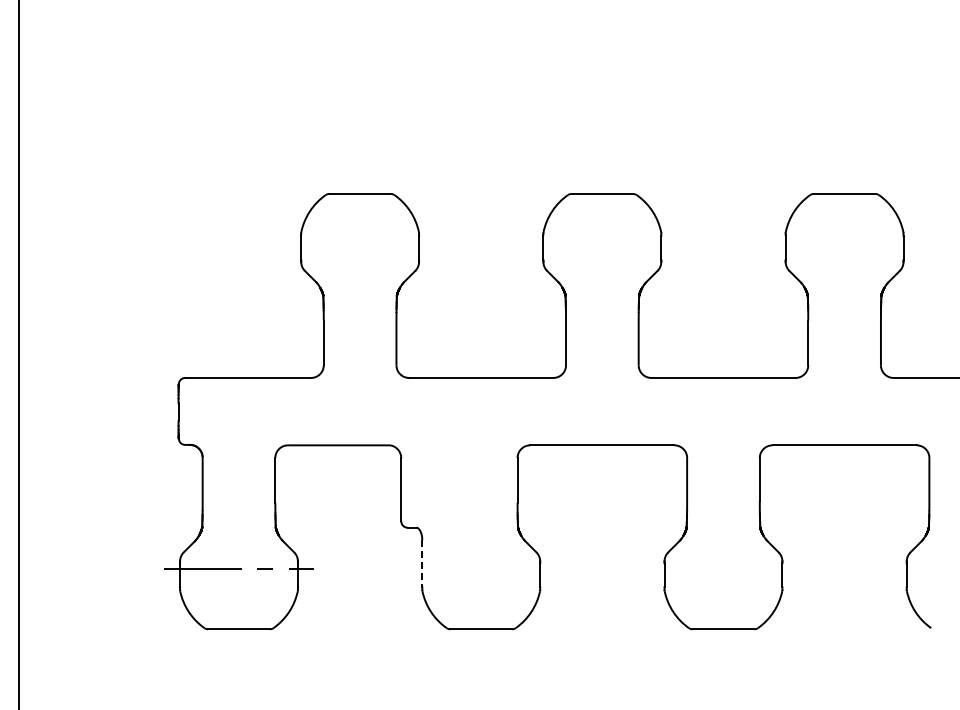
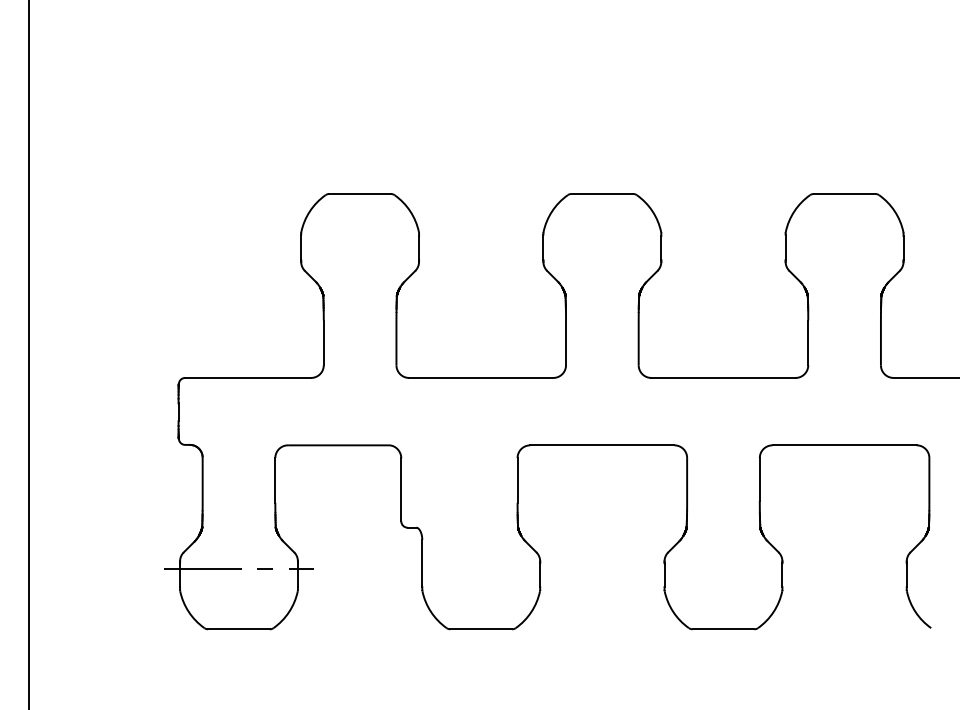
line at (18, 354) position: (18, 354) -> (28, 354)
line at (422, 563): dashed -> solid
